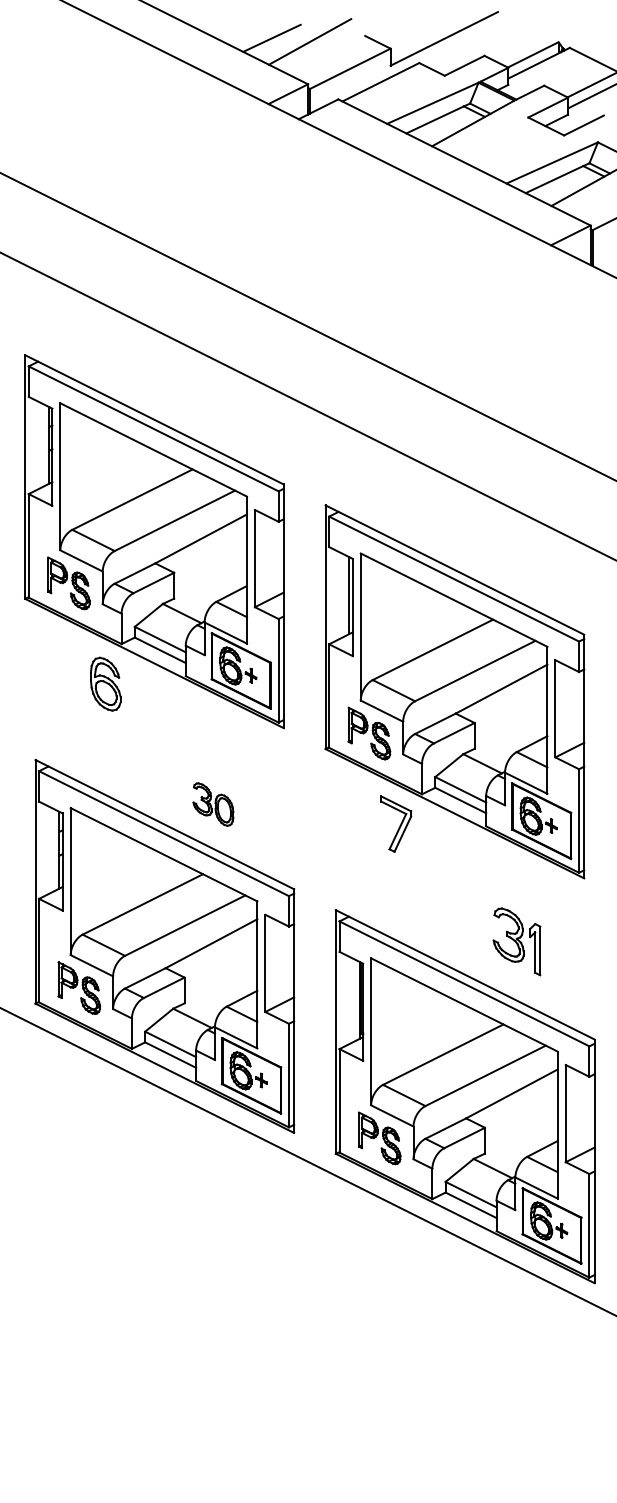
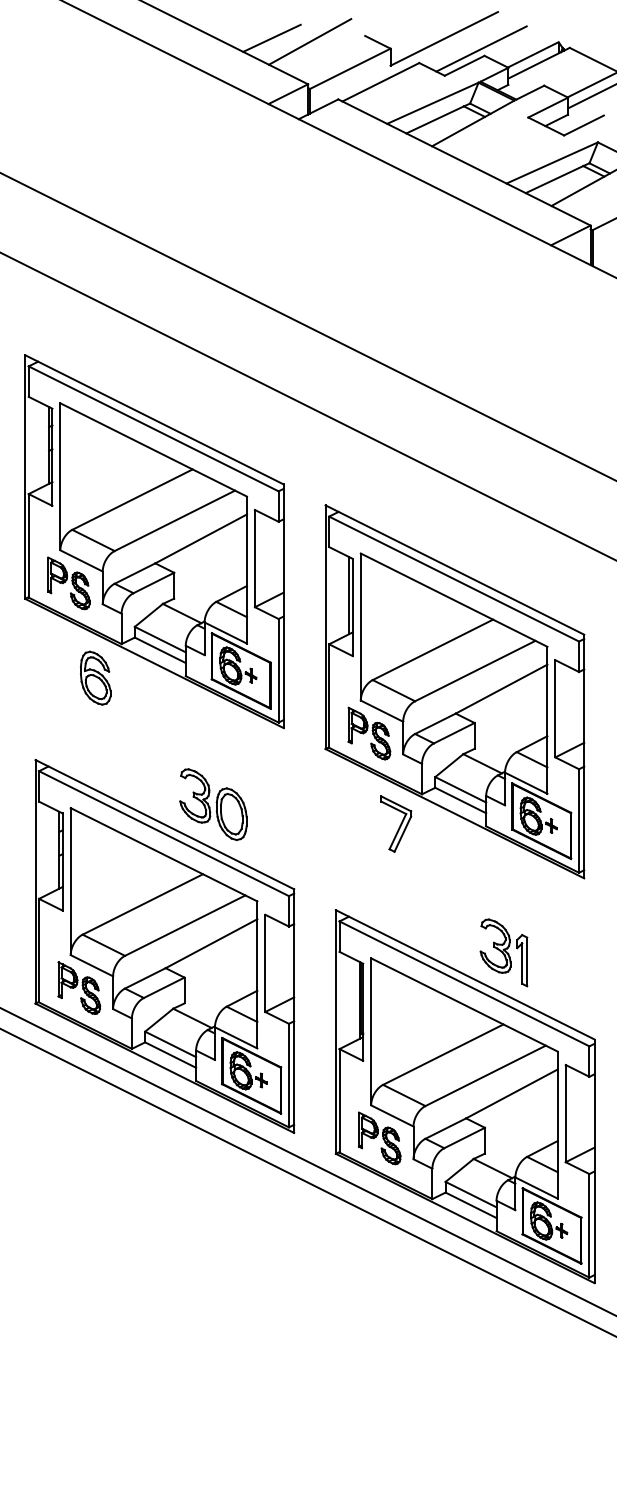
line at (481, 48): none -> present
part at (105, 683) position: (105, 683) -> (95, 677)
part at (213, 804) size: 43x45 px -> 69x73 px
part at (516, 941) position: (516, 941) -> (503, 952)
line at (307, 1182): none -> present
